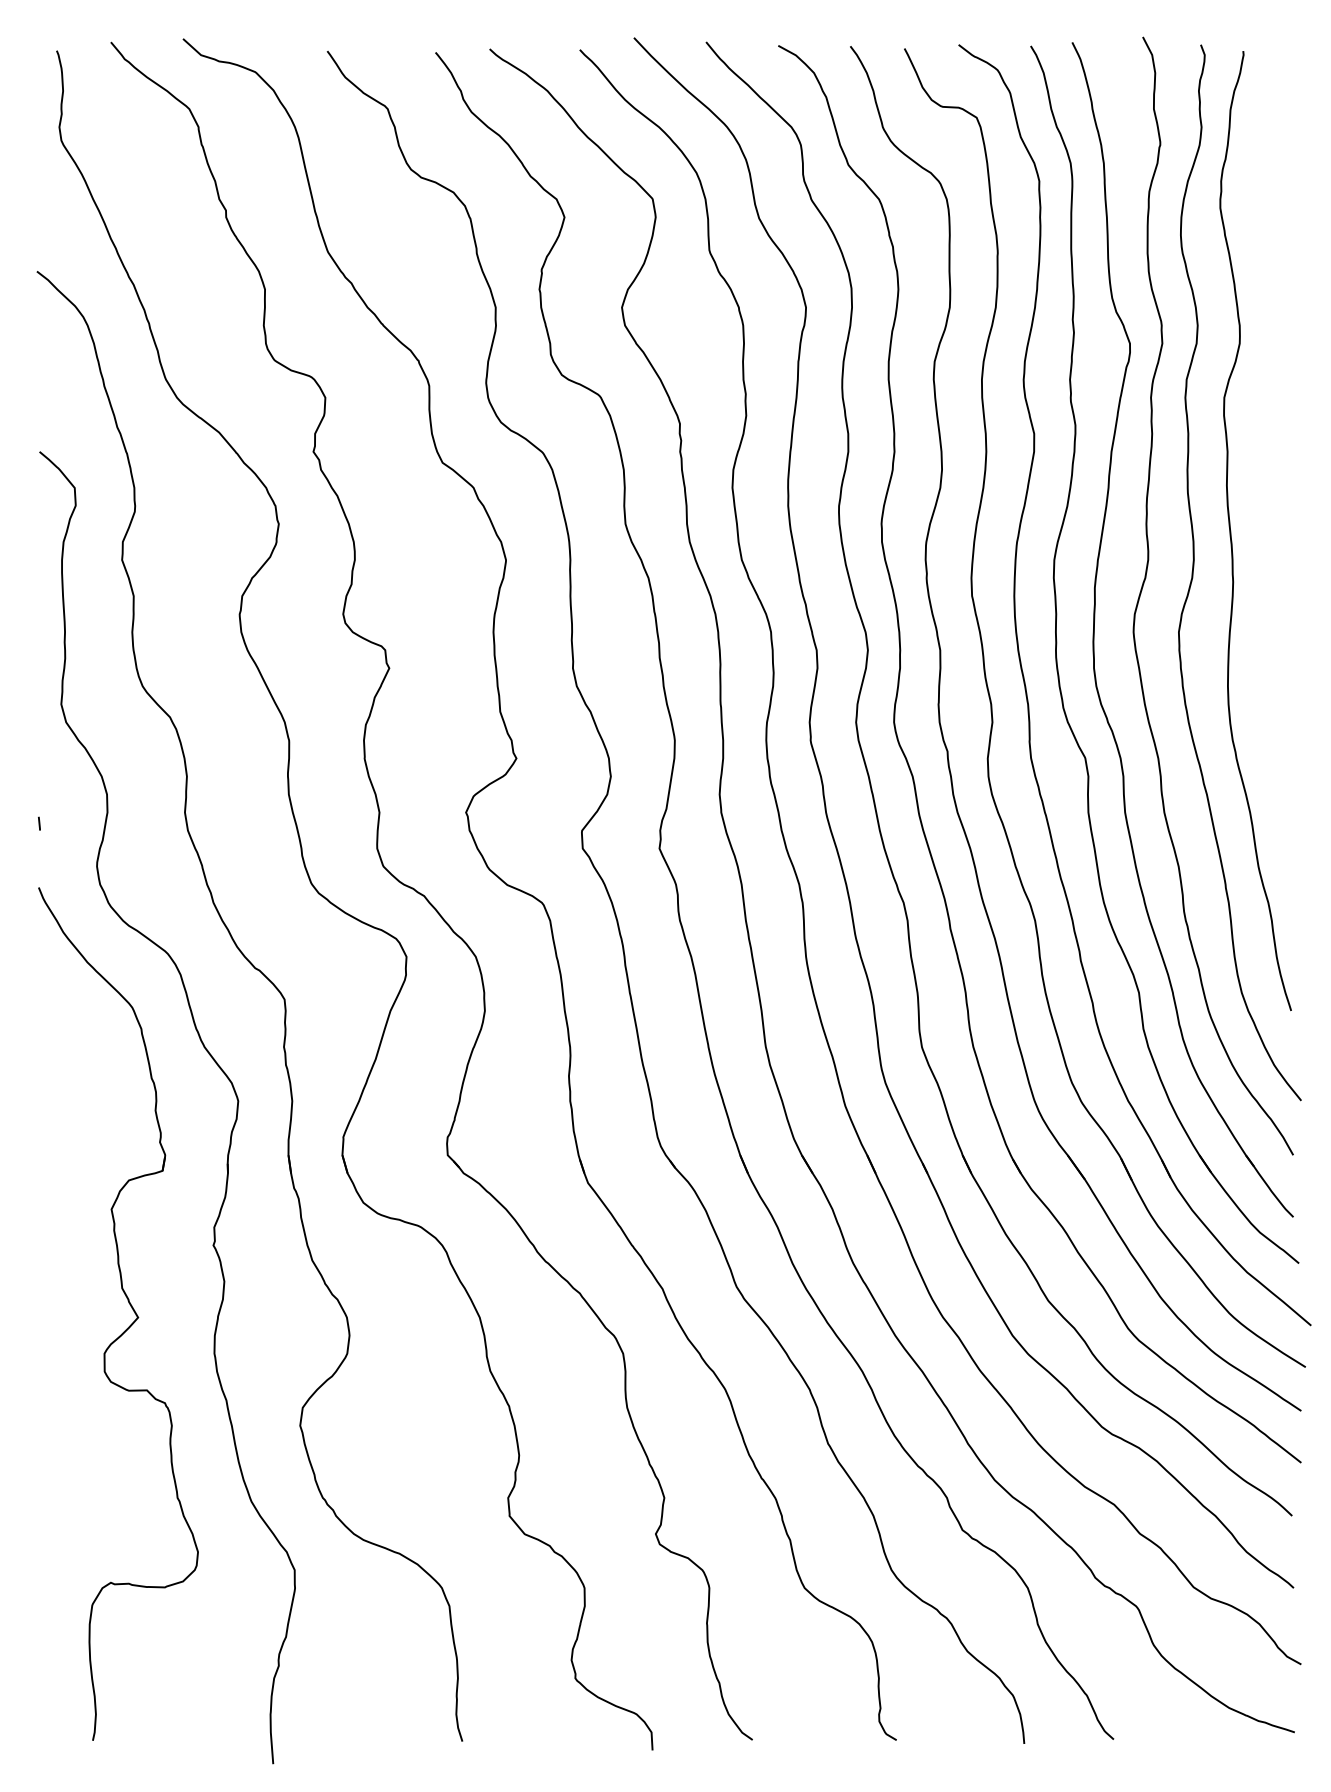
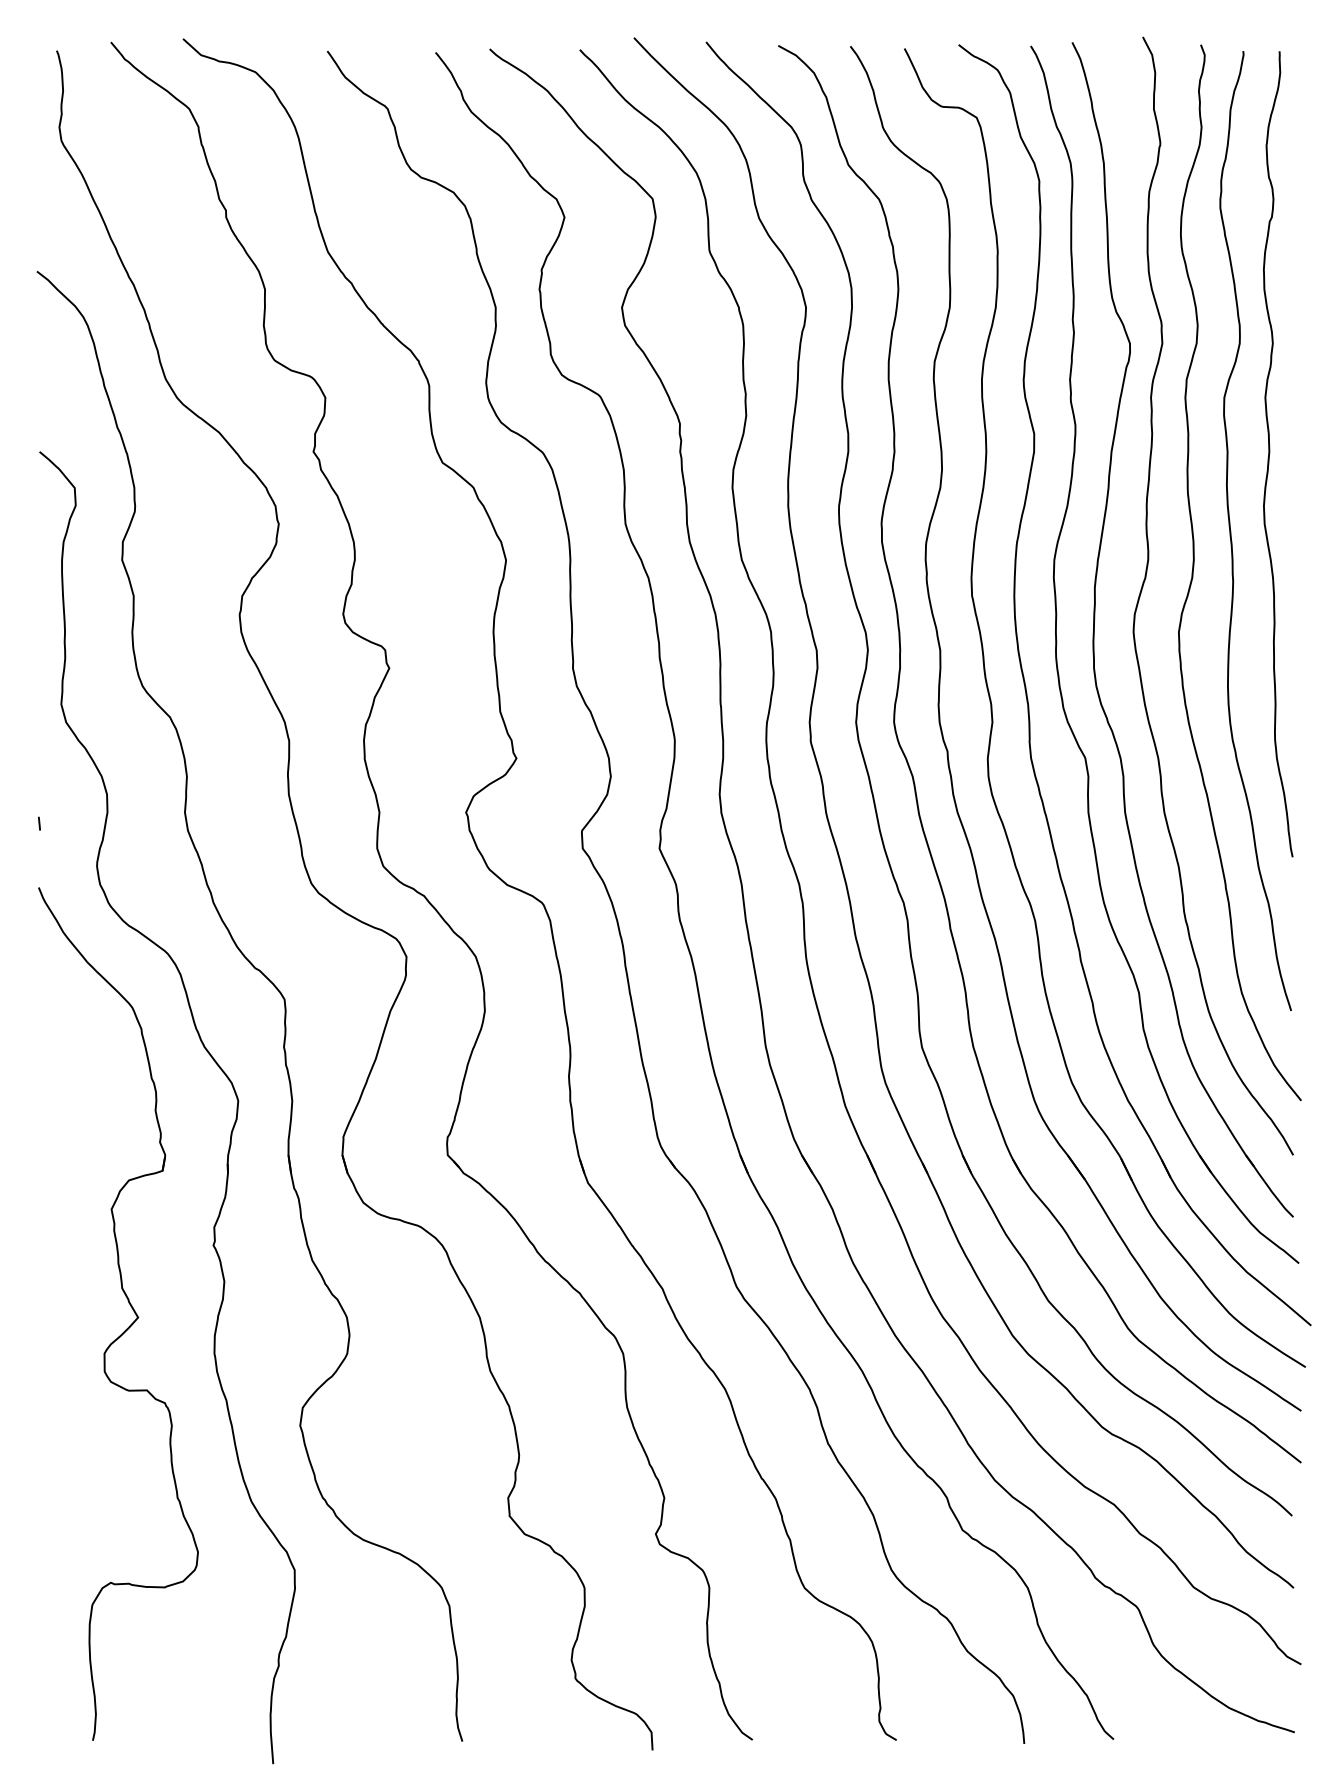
curve at (1270, 453): none -> present
